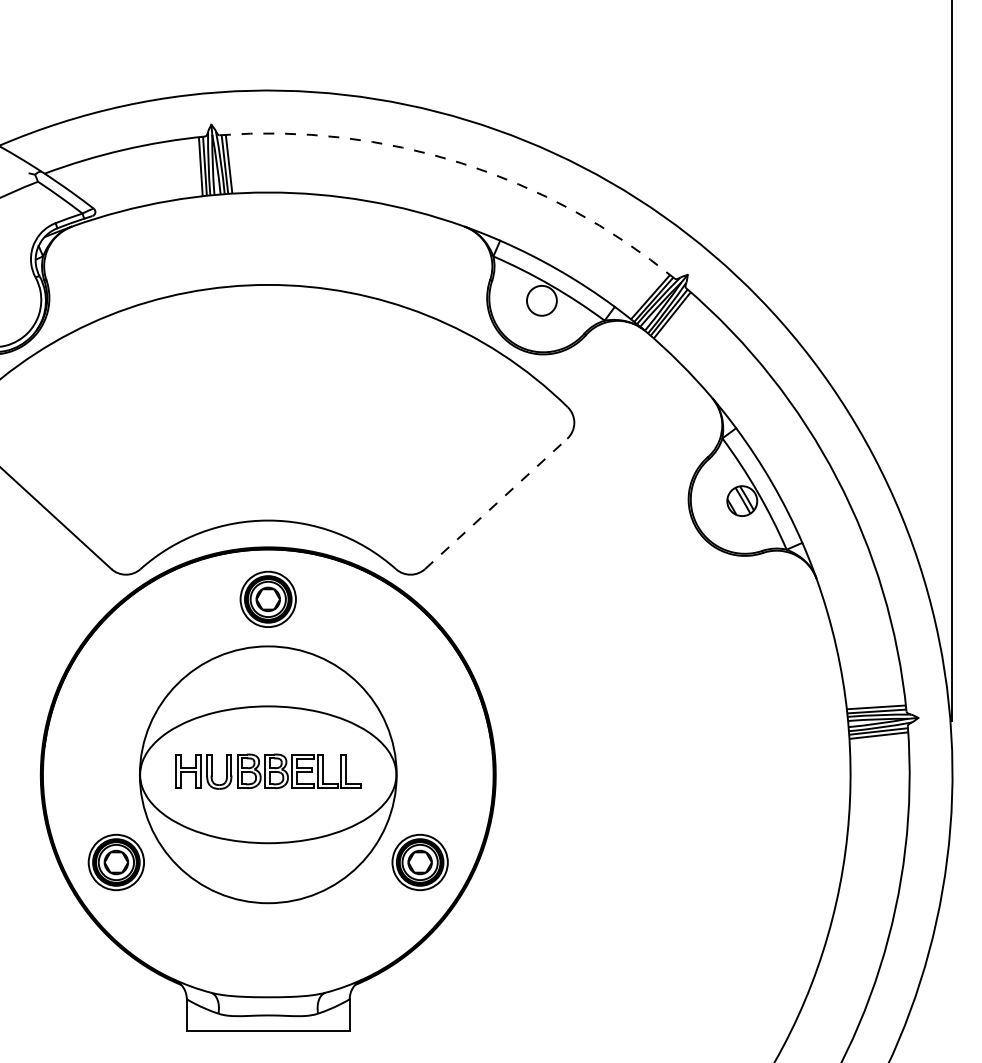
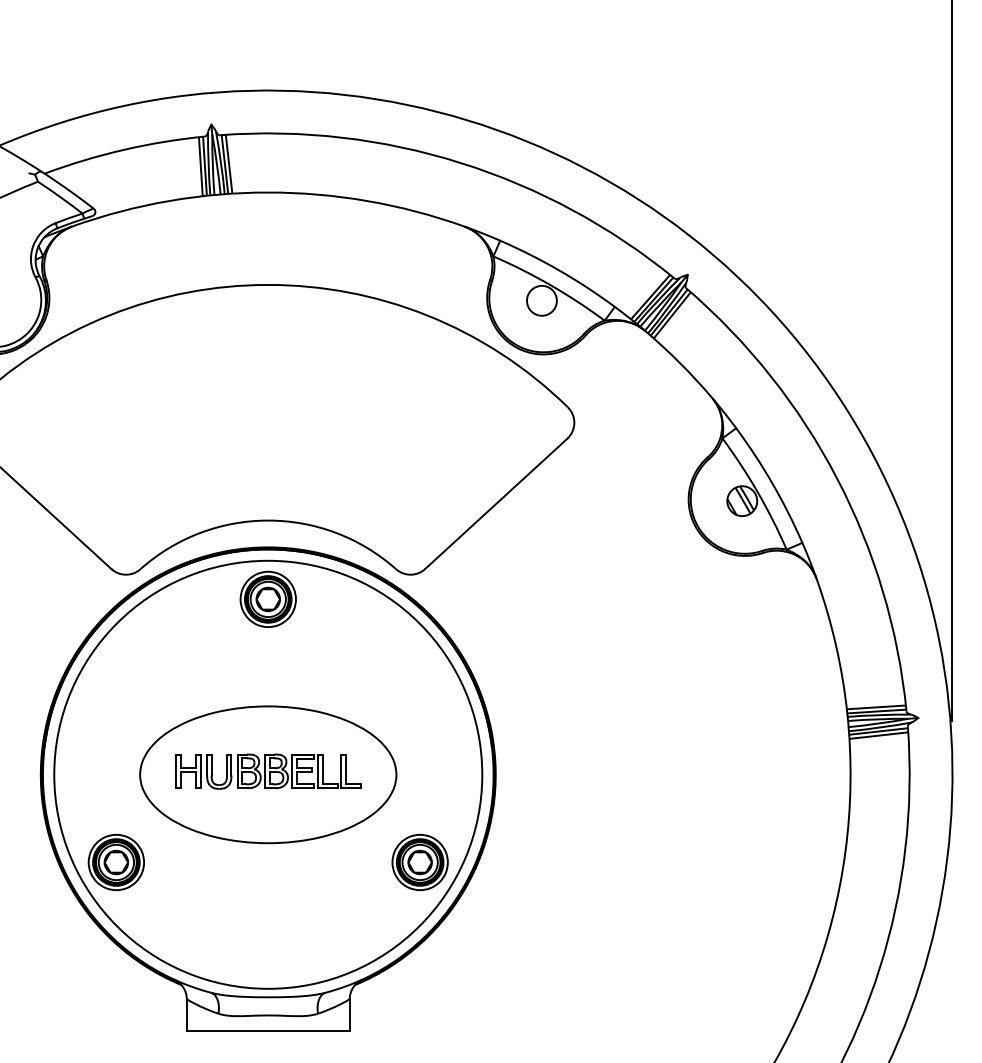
arc at (461, 163): dashed -> solid
line at (496, 503): dashed -> solid
circle at (267, 774) diameter: 257 px -> 428 px
